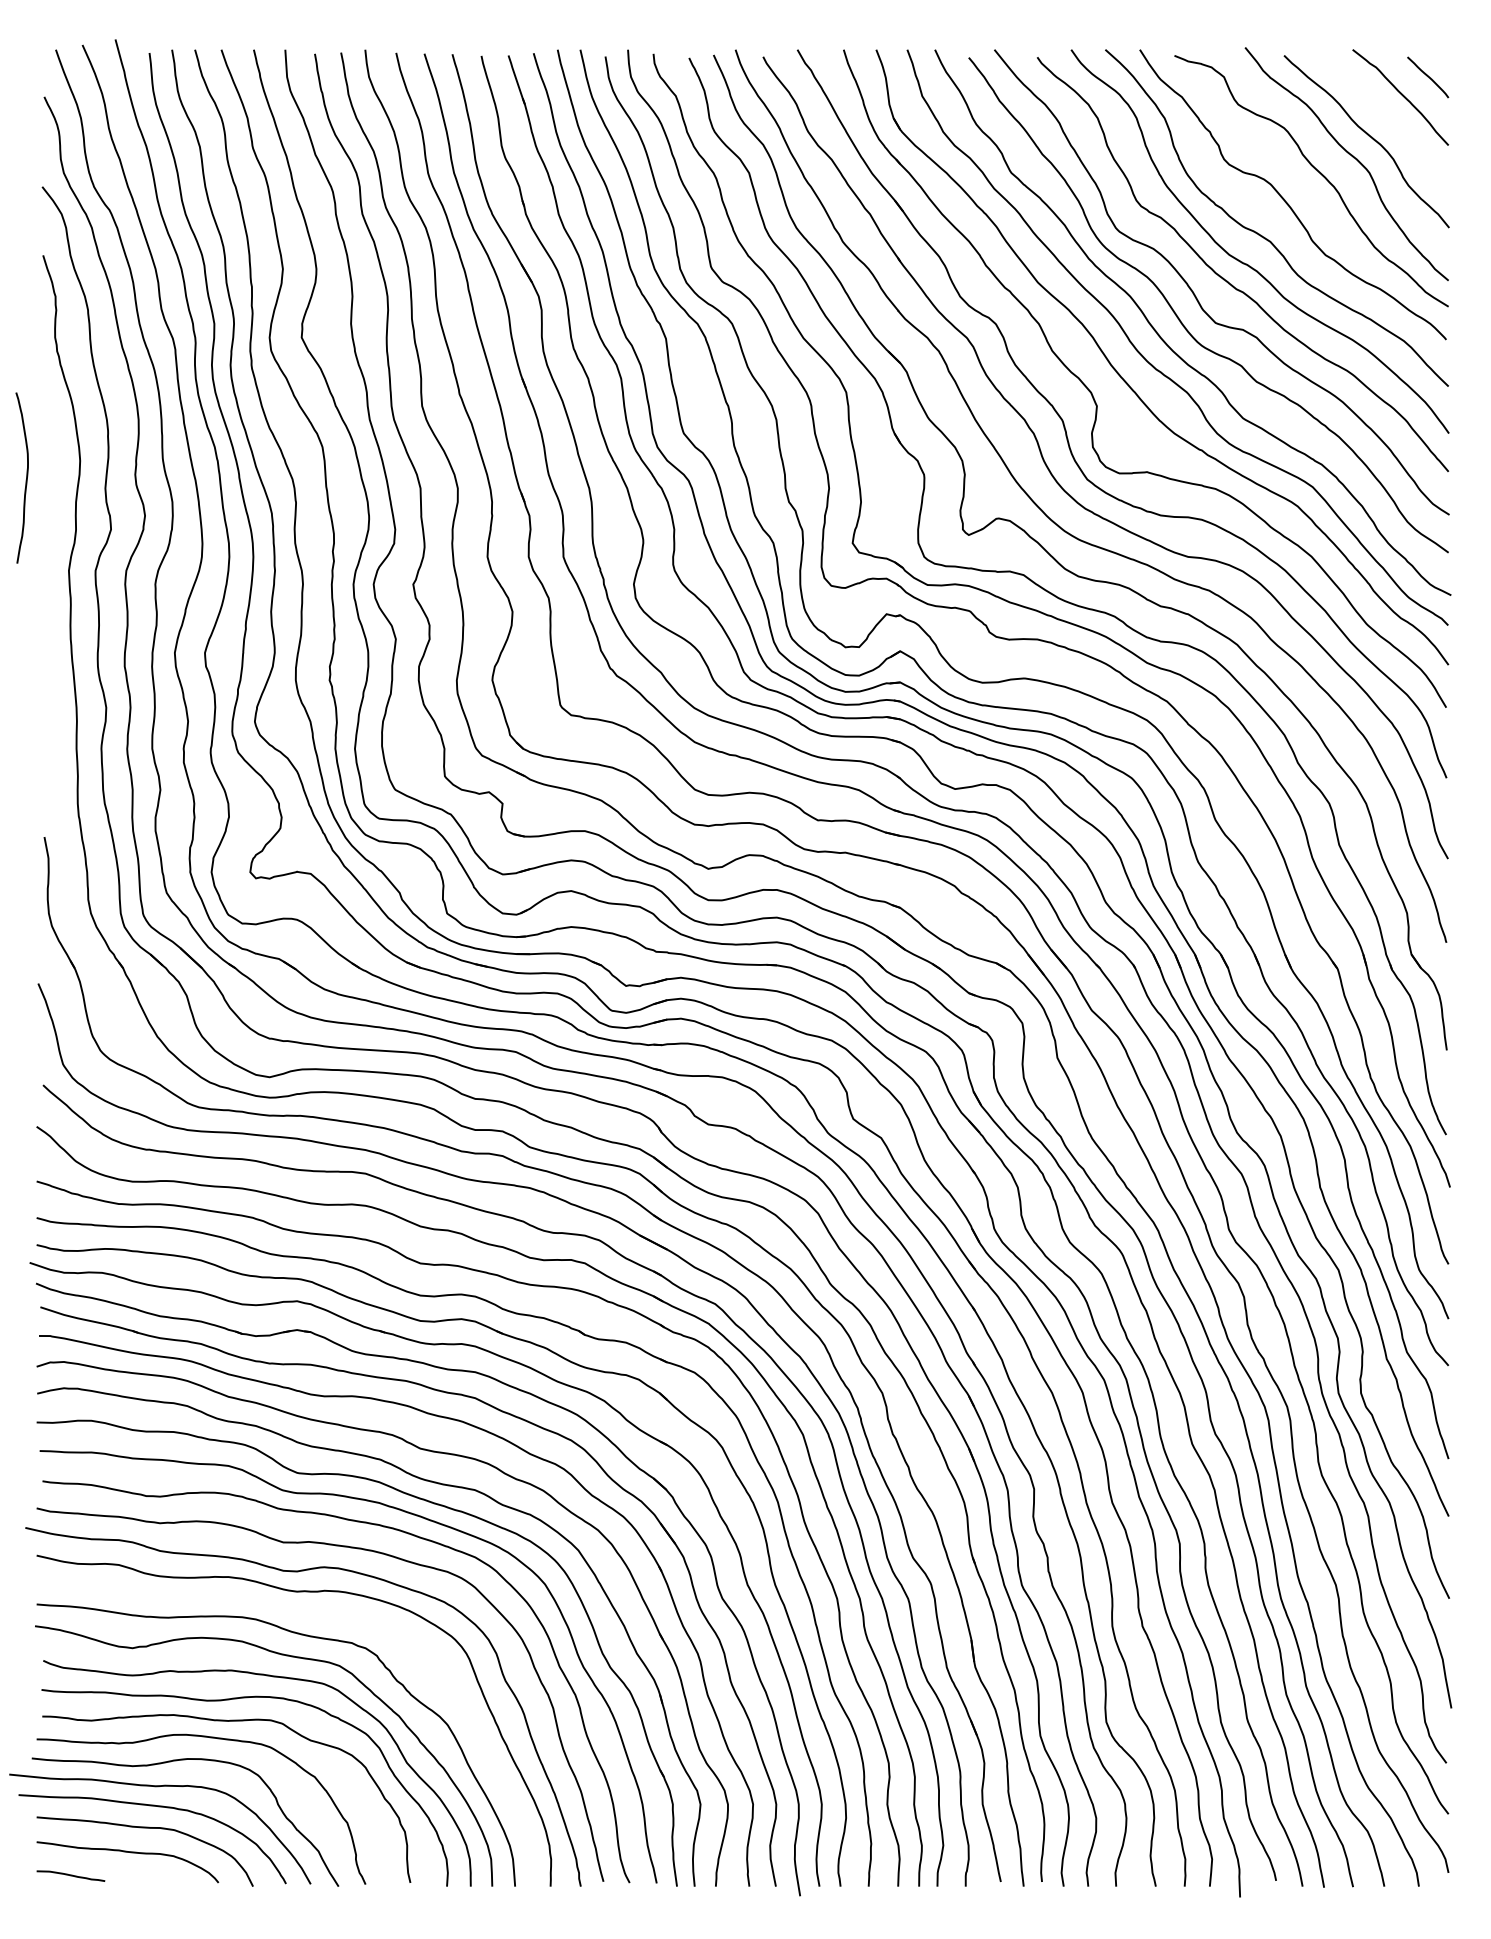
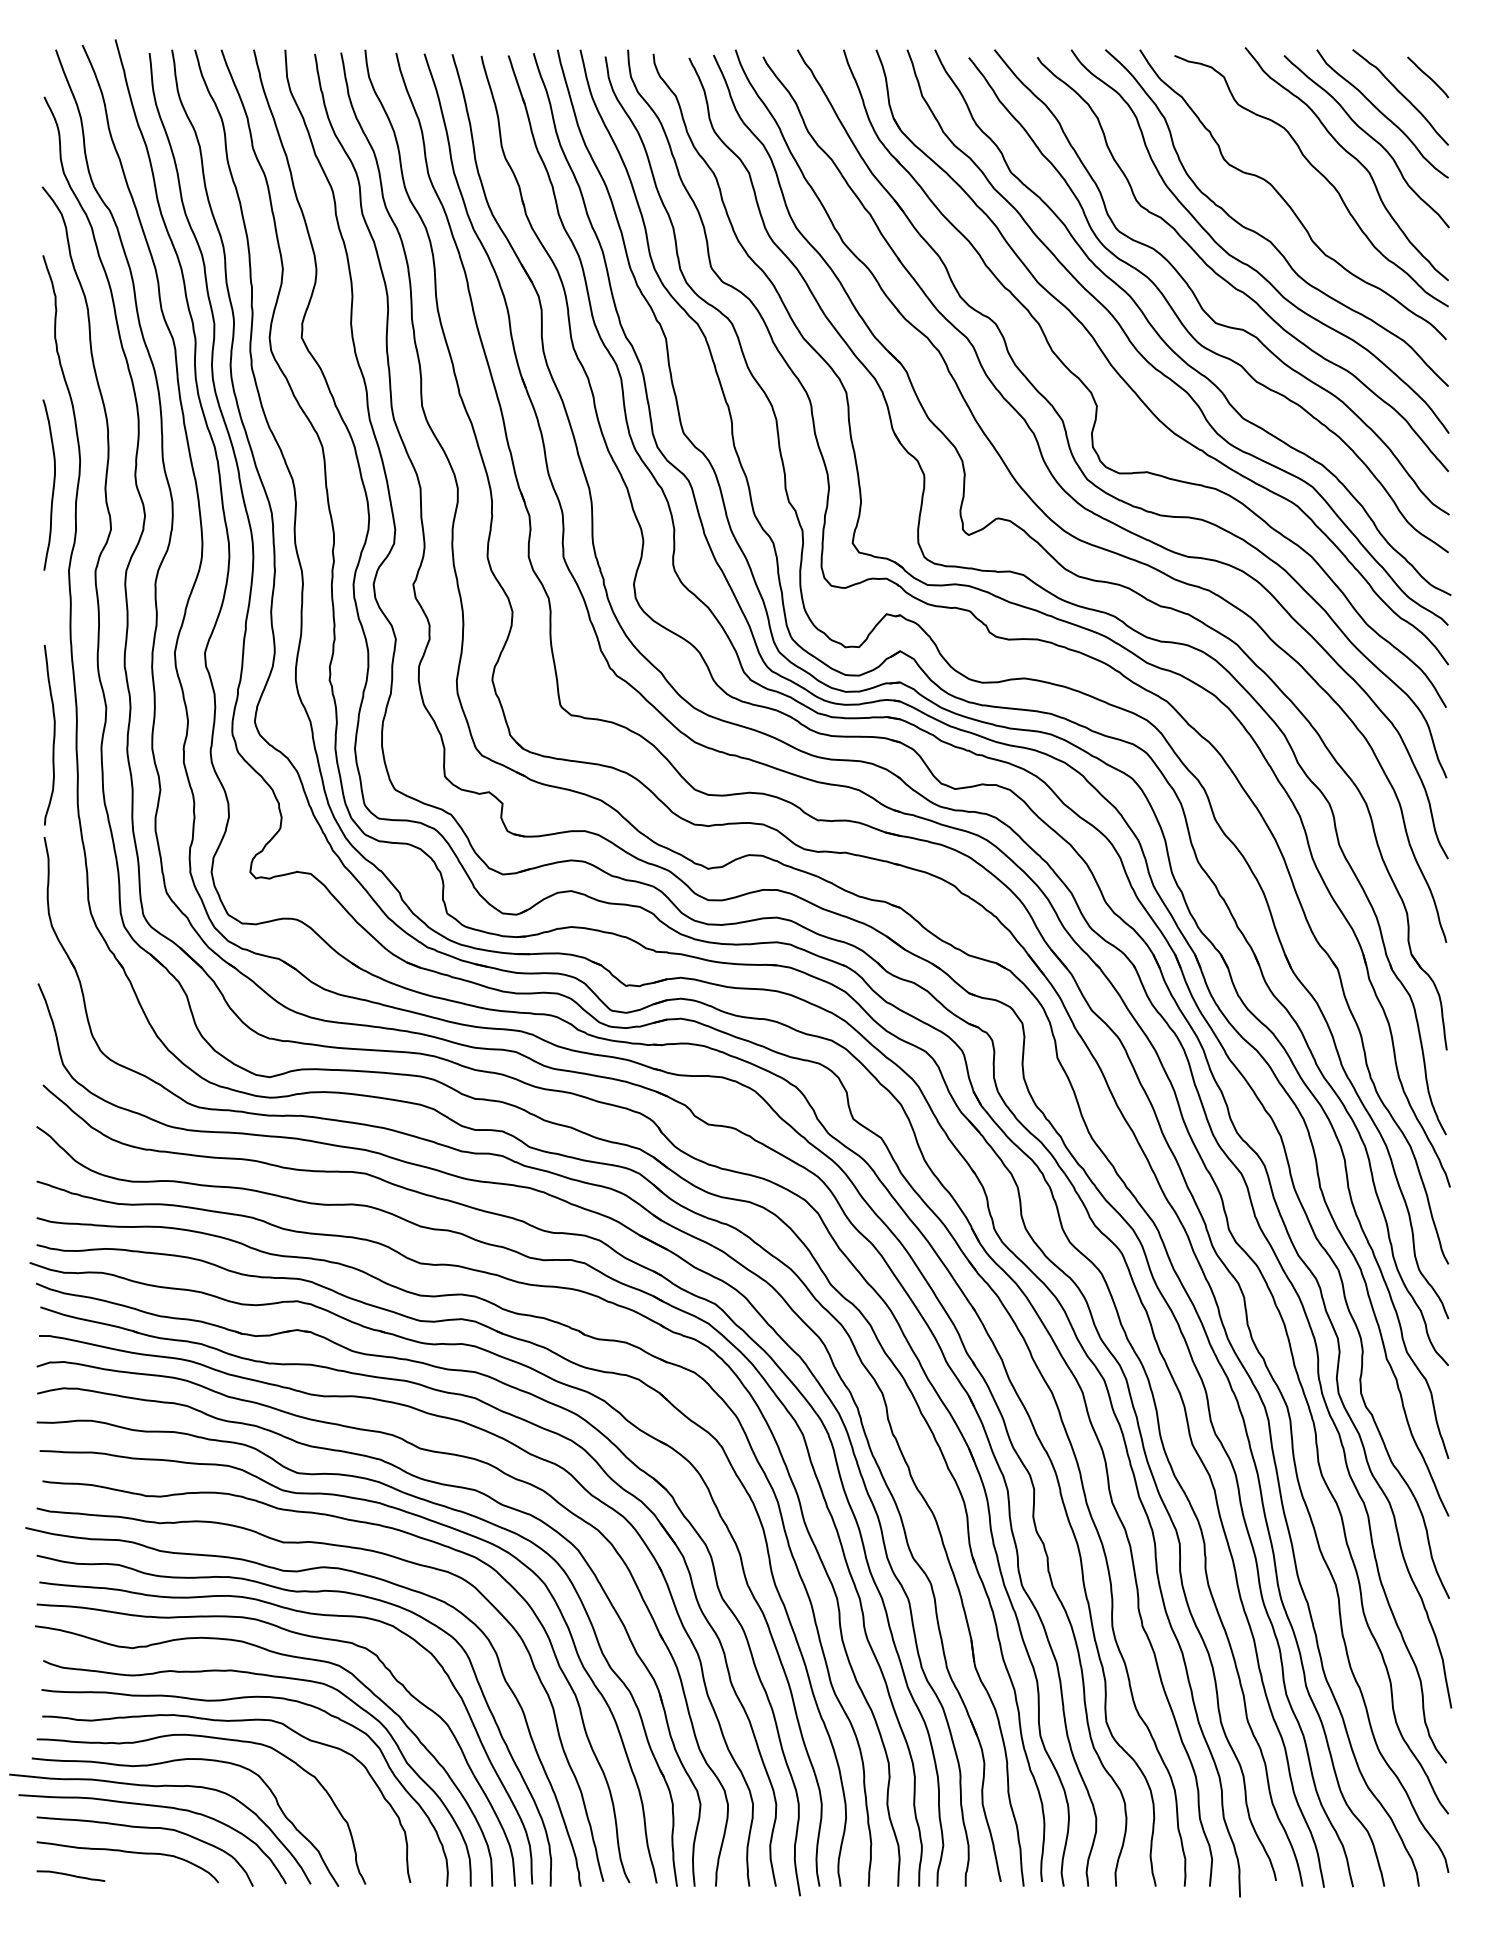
curve at (1382, 113): none -> present
curve at (26, 477) position: (26, 477) -> (53, 484)
curve at (53, 734): none -> present
curve at (309, 1614): none -> present
